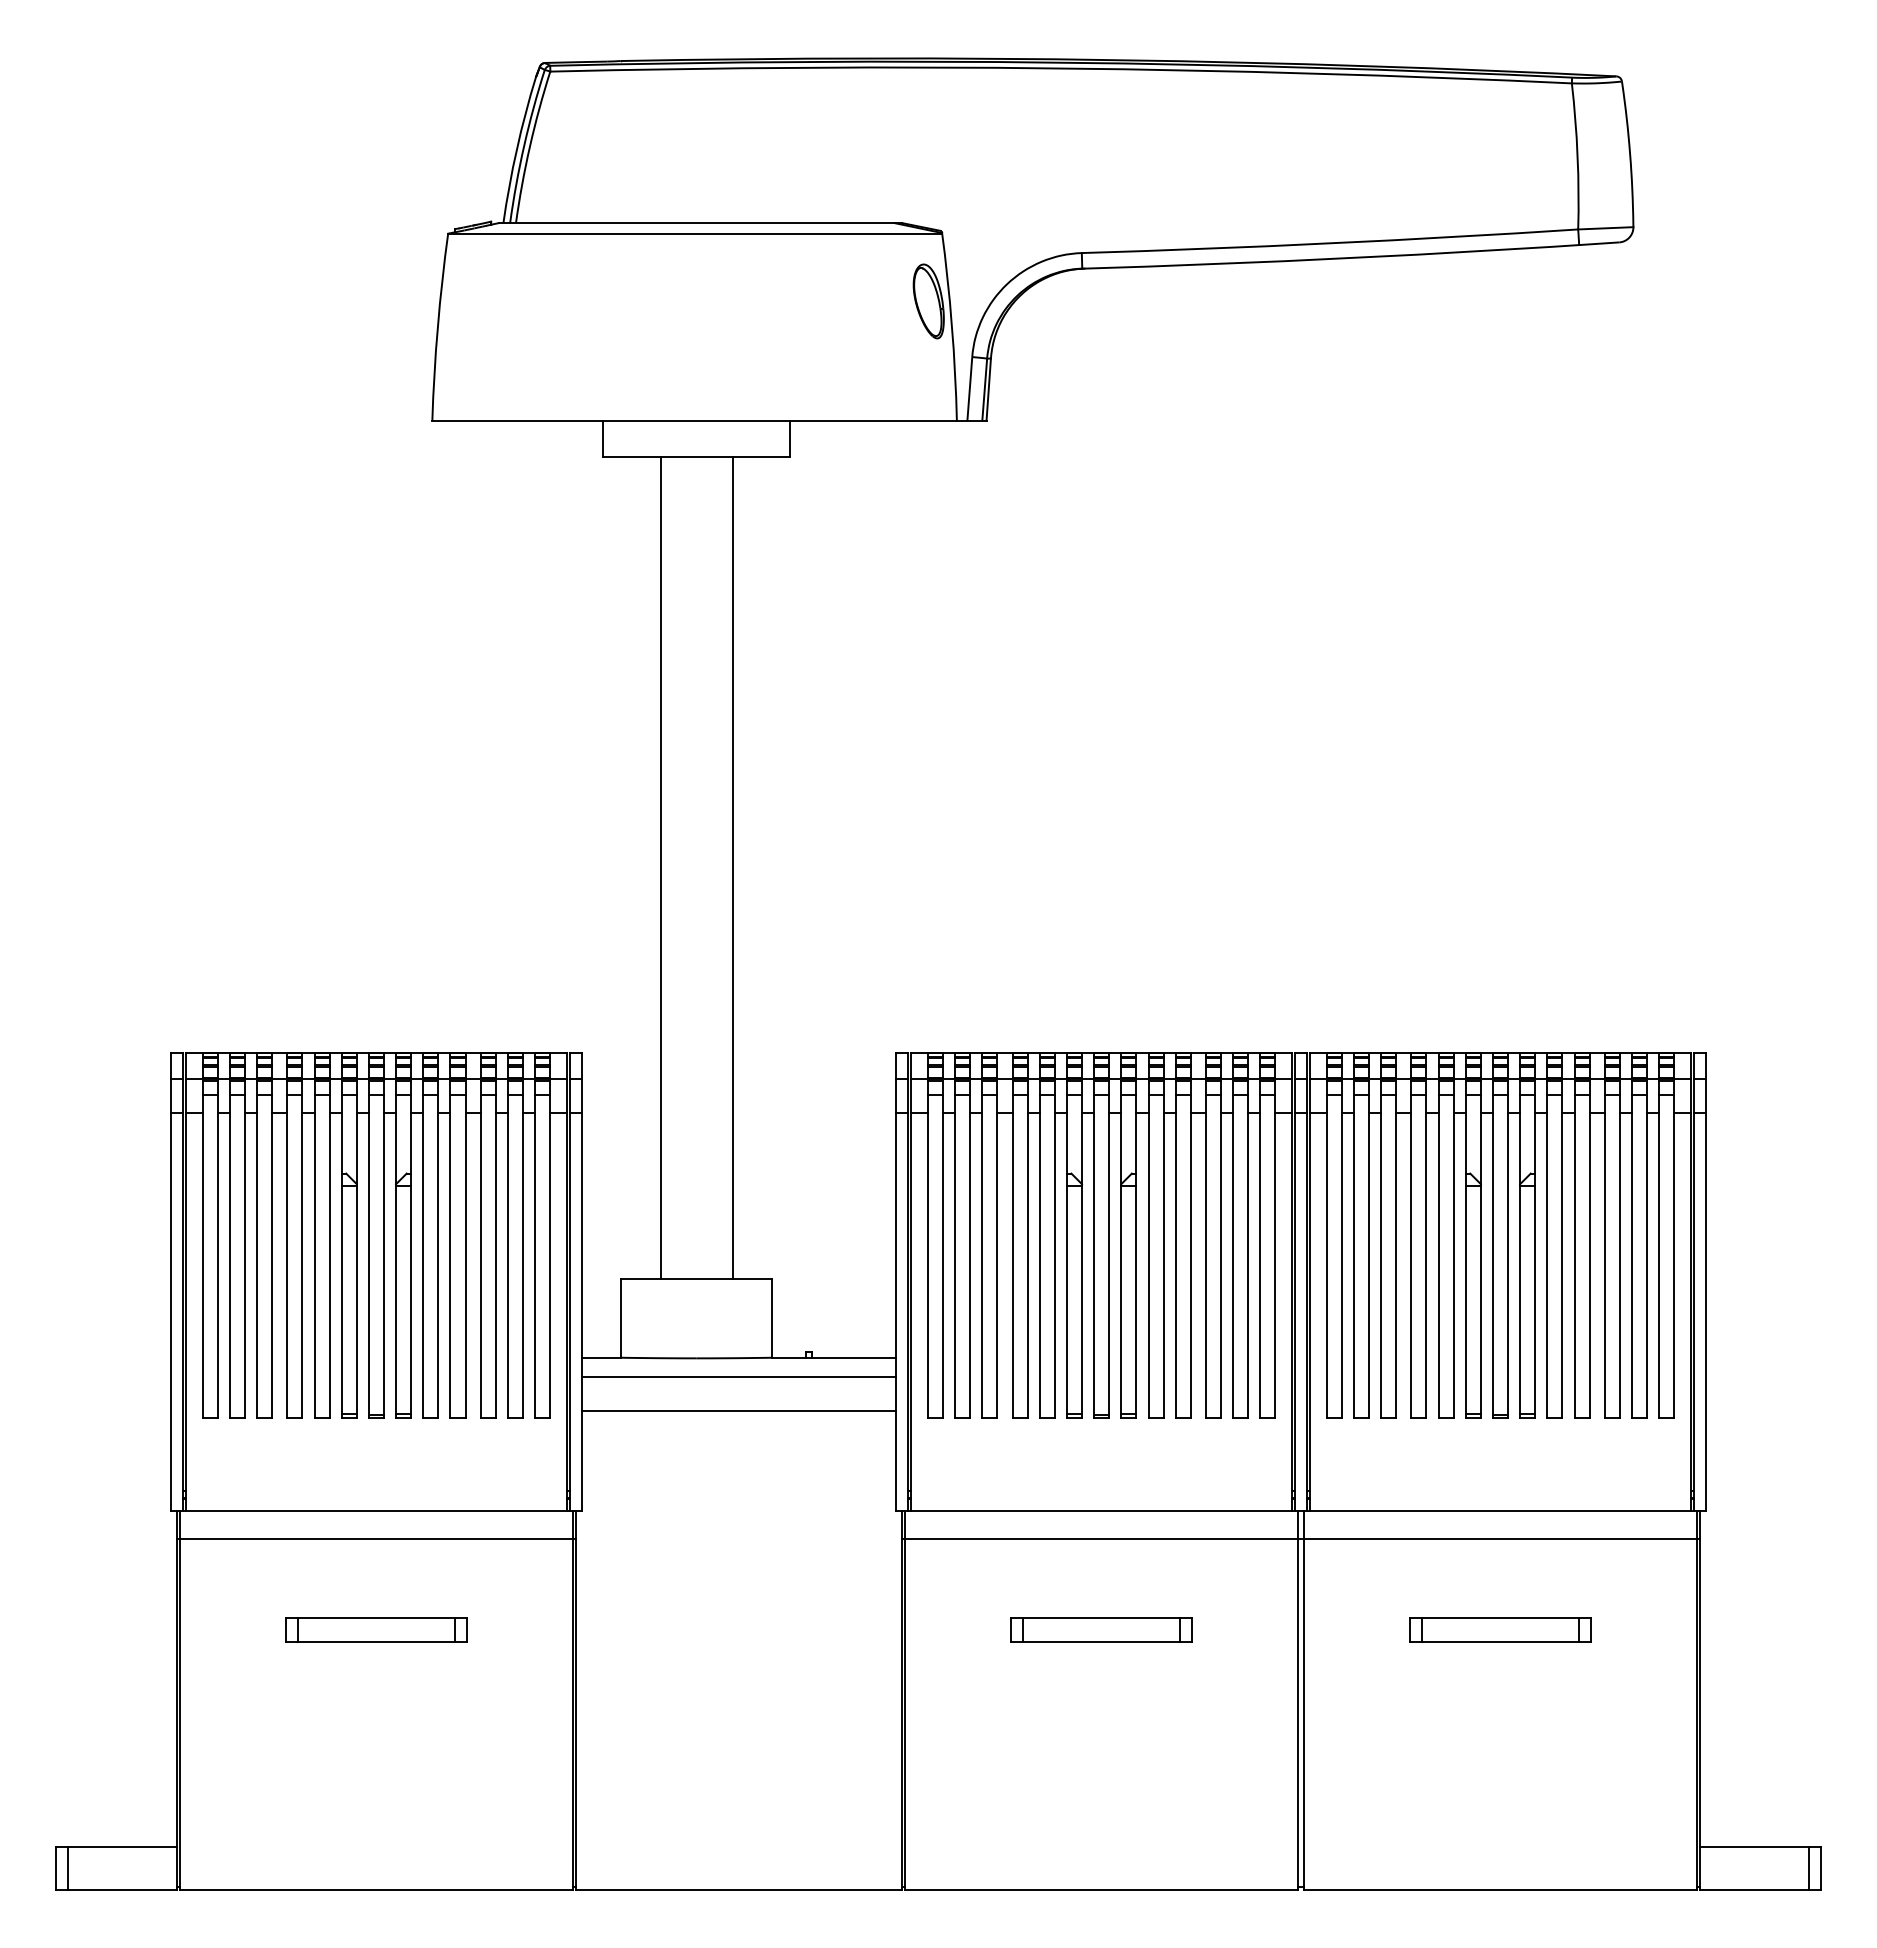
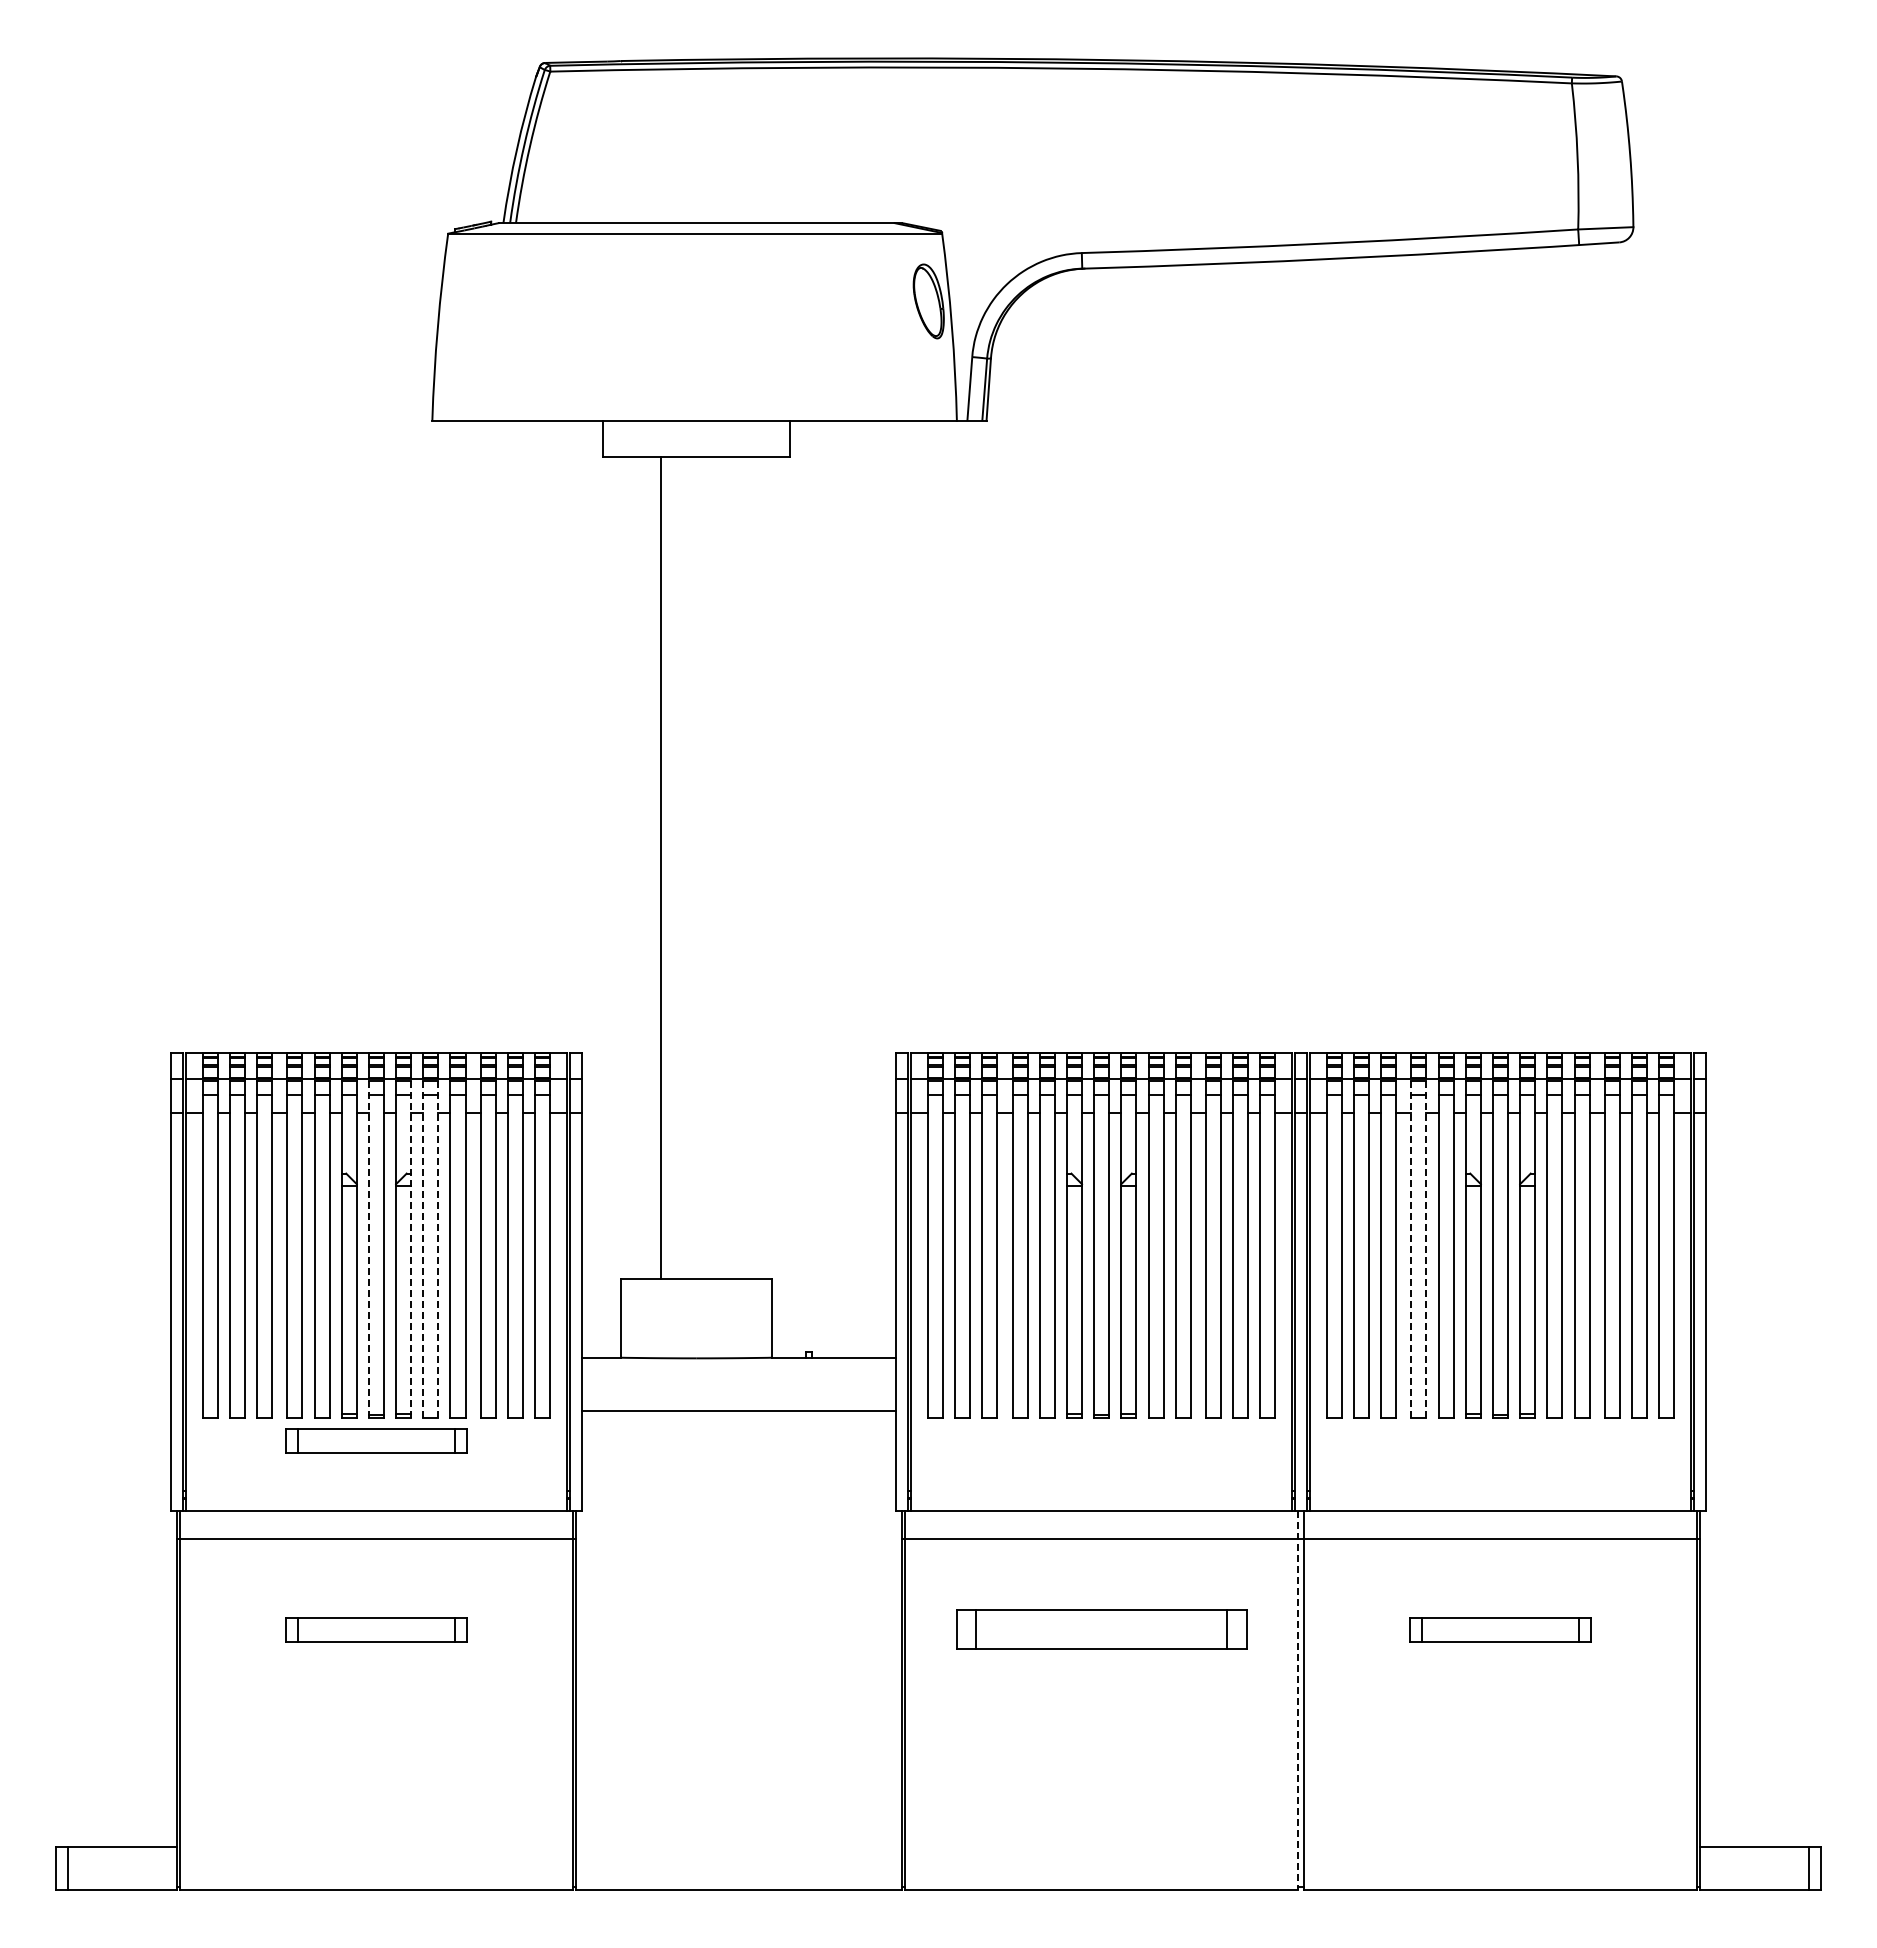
line at (733, 868): present -> none
line at (368, 1249): solid -> dashed
line at (411, 1249): solid -> dashed
line at (423, 1249): solid -> dashed
line at (438, 1249): solid -> dashed
line at (1411, 1249): solid -> dashed
line at (1426, 1249): solid -> dashed
line at (738, 1376): present -> none
part at (376, 1440): none -> present
part at (1101, 1629) size: 183x26 px -> 292x41 px
line at (1298, 1700): solid -> dashed
